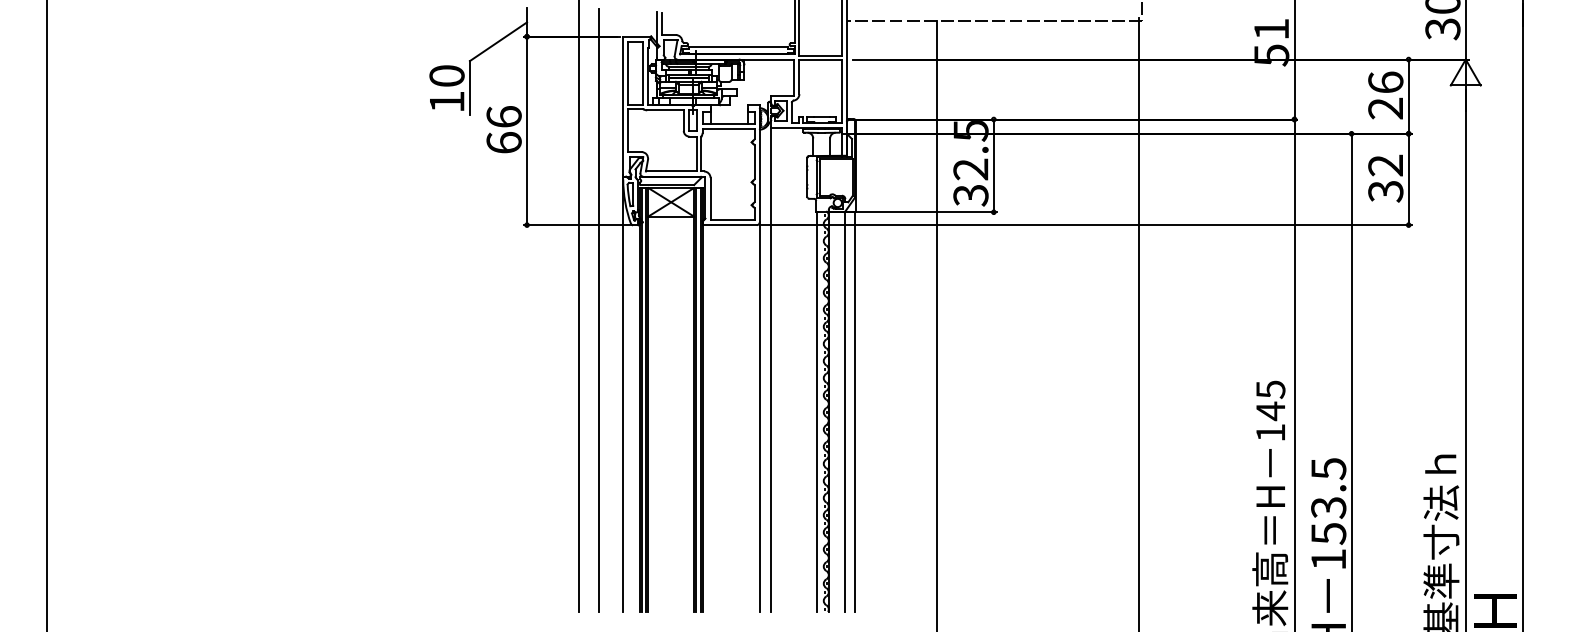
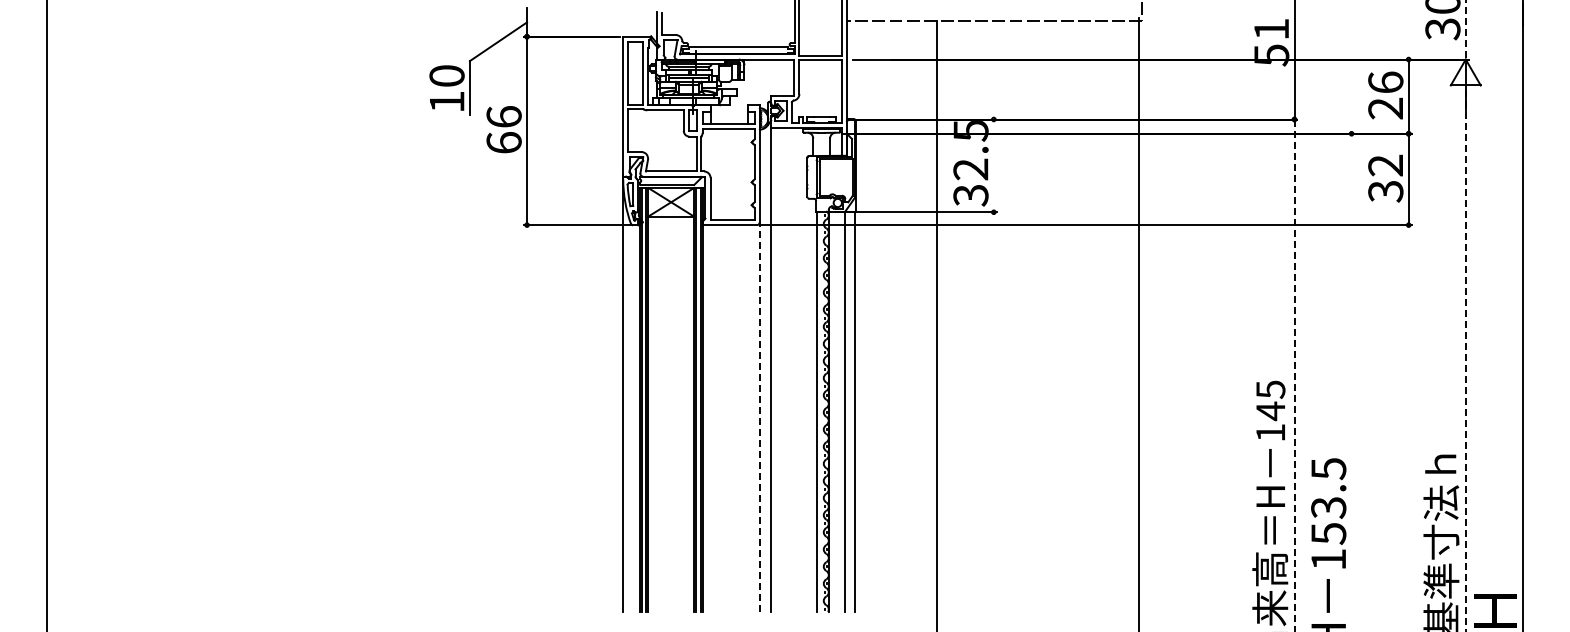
line at (1465, 30): solid -> dashed
line at (993, 165): present -> none
line at (579, 307): present -> none
line at (599, 310): present -> none
line at (1465, 360): solid -> dashed
line at (1294, 375): solid -> dashed
line at (1351, 380): present -> none
line at (759, 417): solid -> dashed
